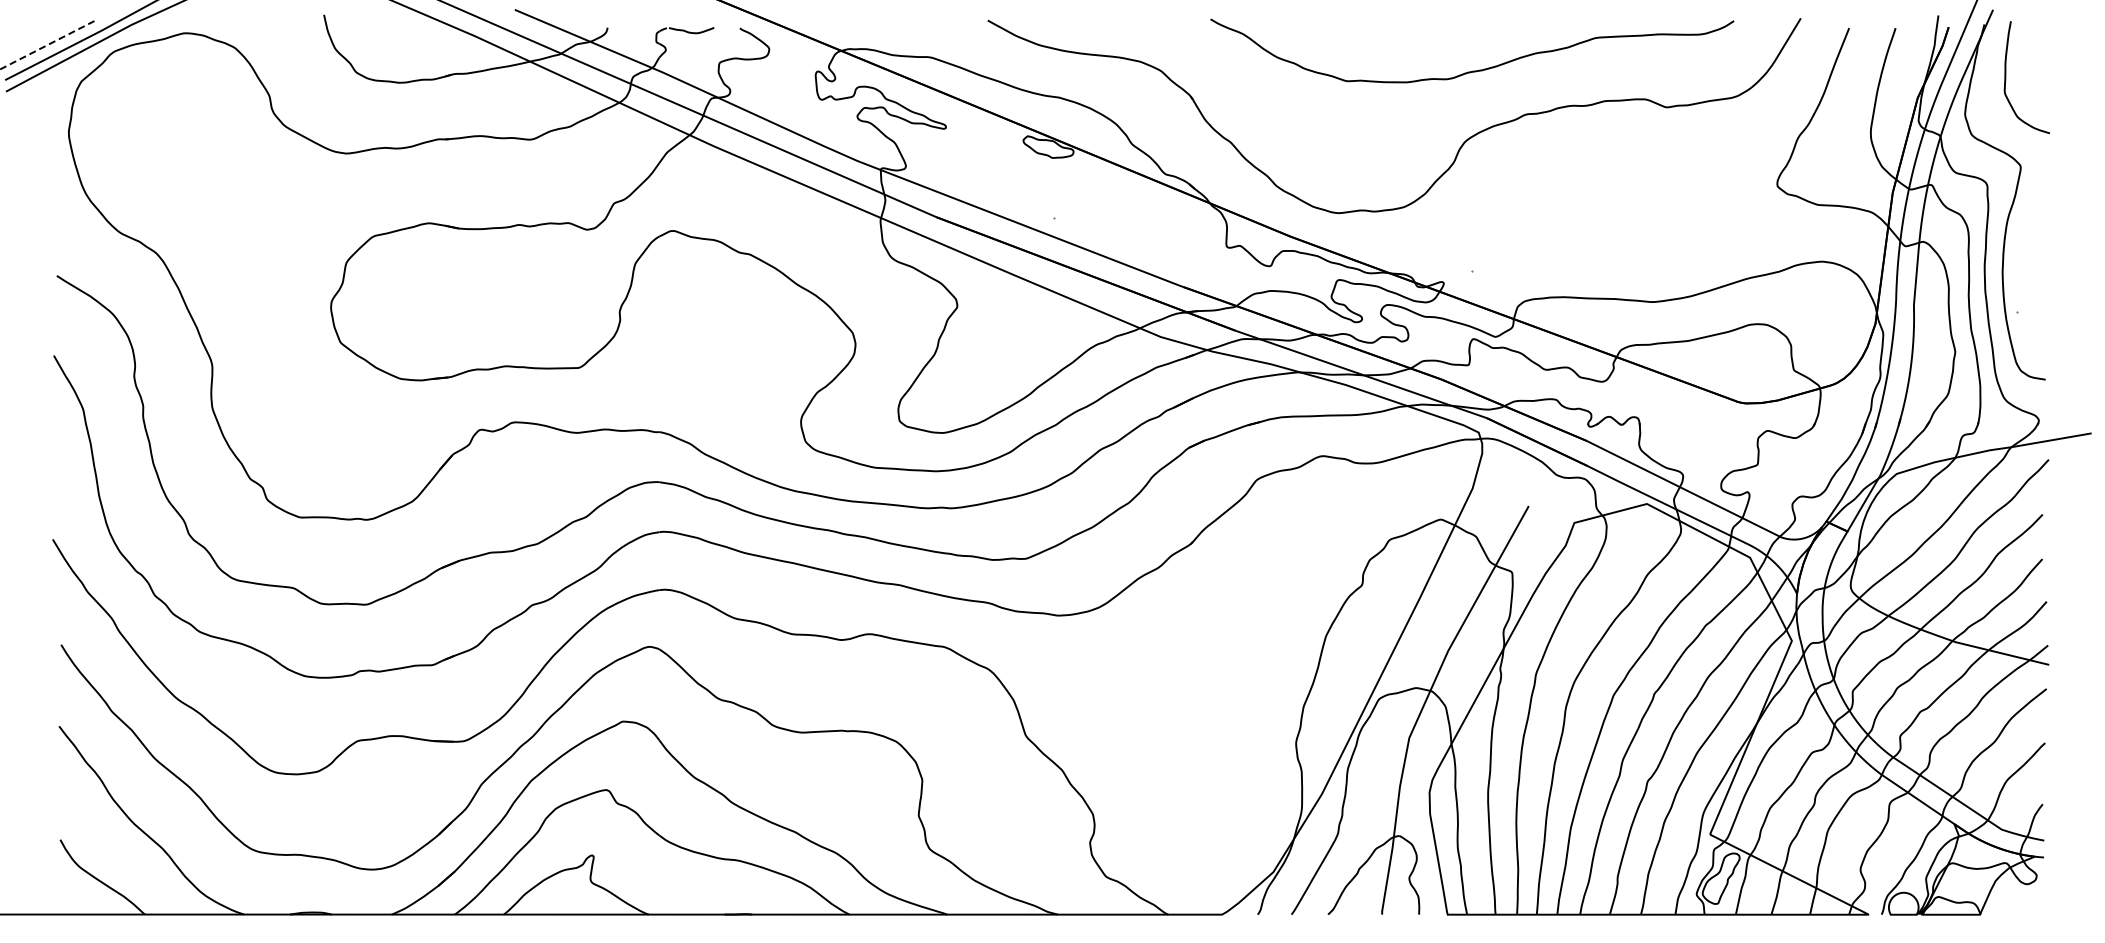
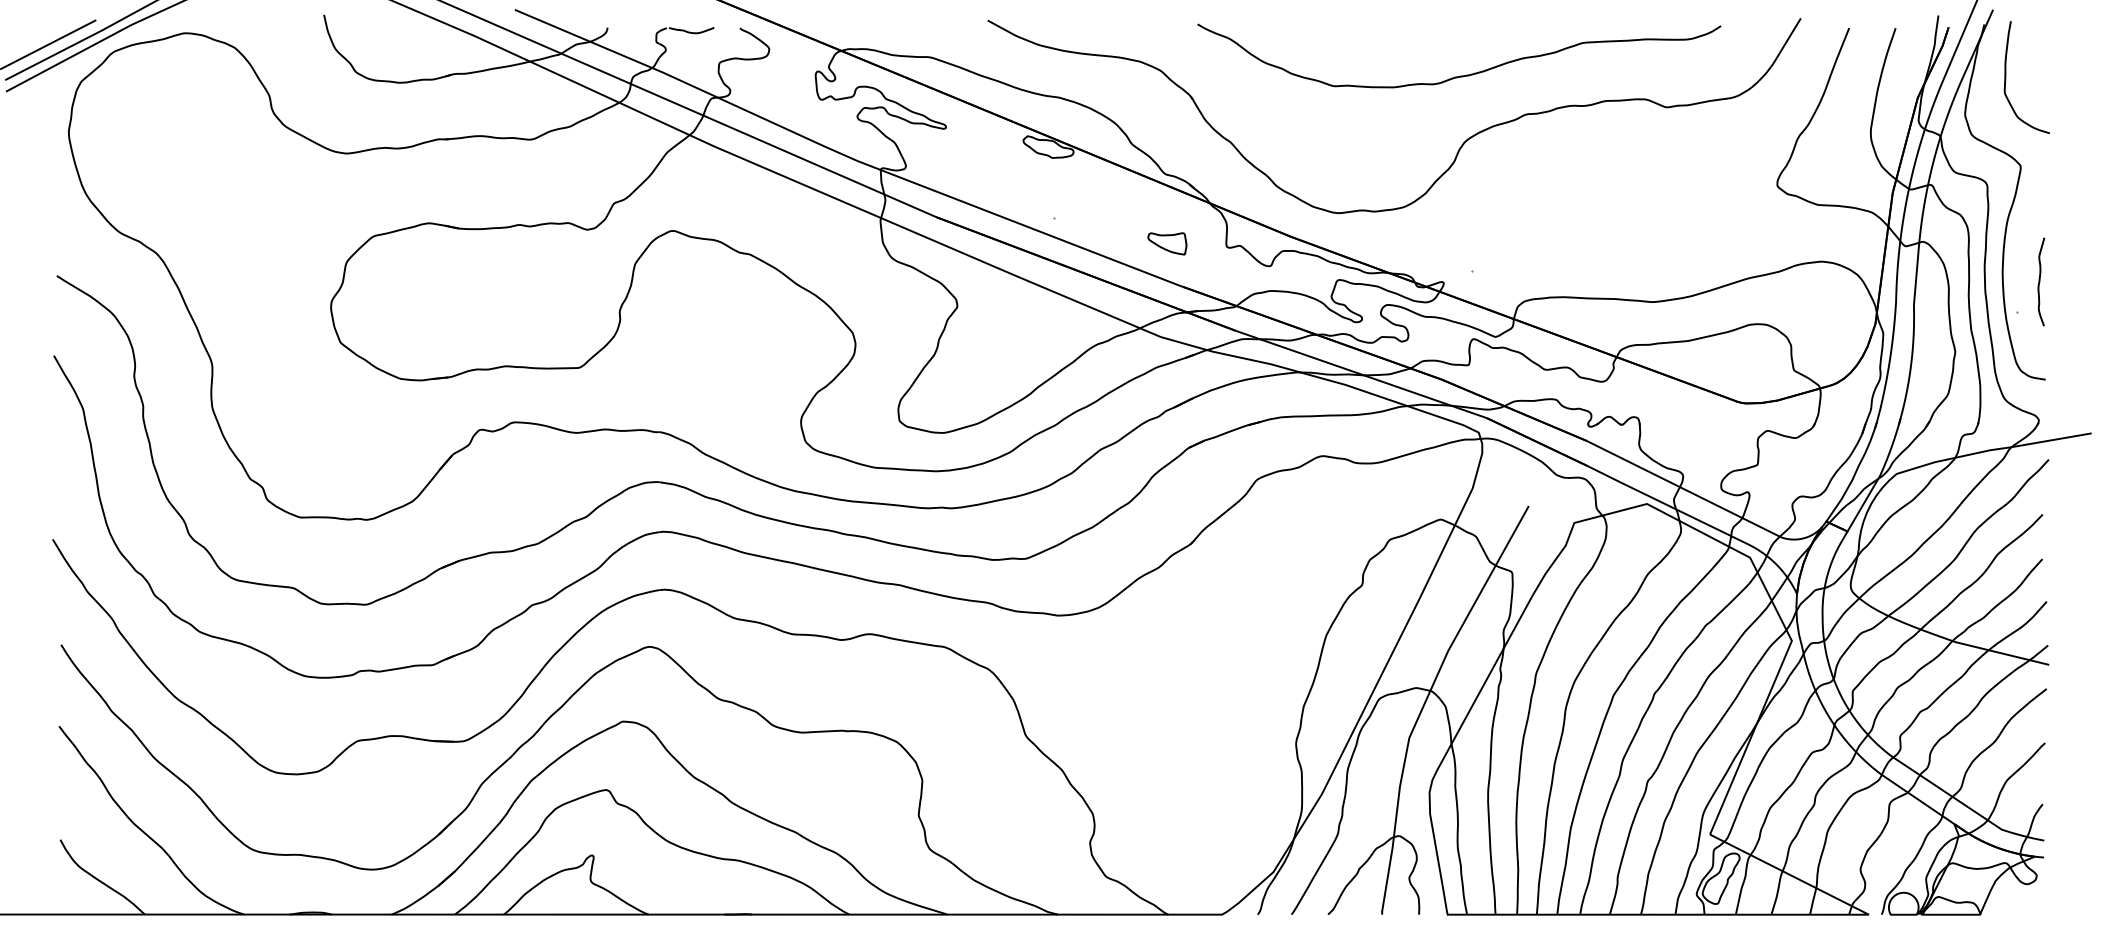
line at (48, 44): dashed -> solid
curve at (1472, 70) position: (1472, 70) -> (1459, 75)
part at (1167, 243): none -> present
curve at (2040, 281): none -> present
